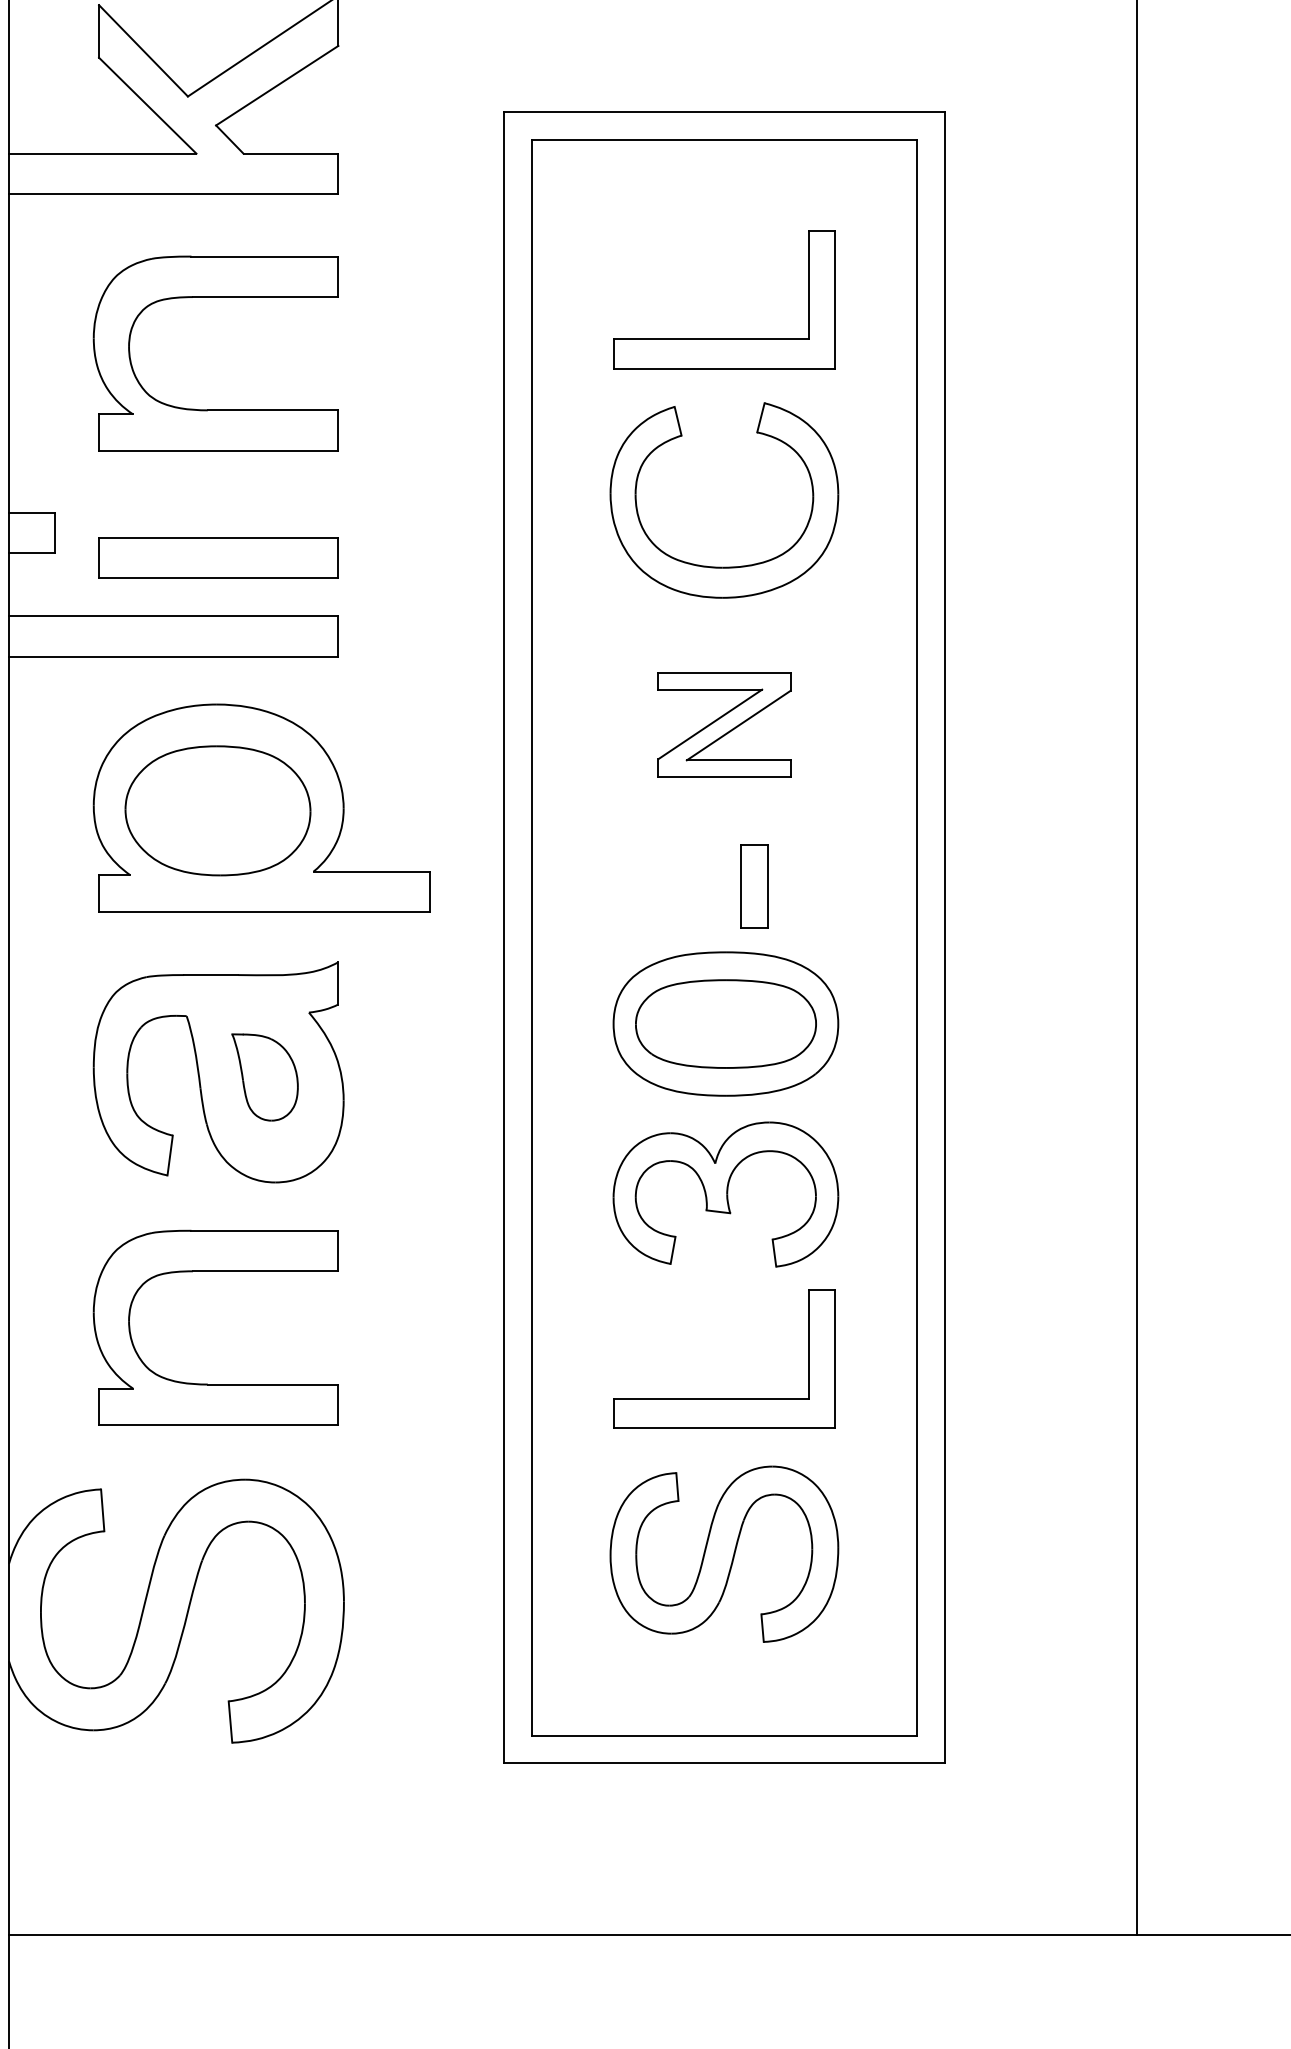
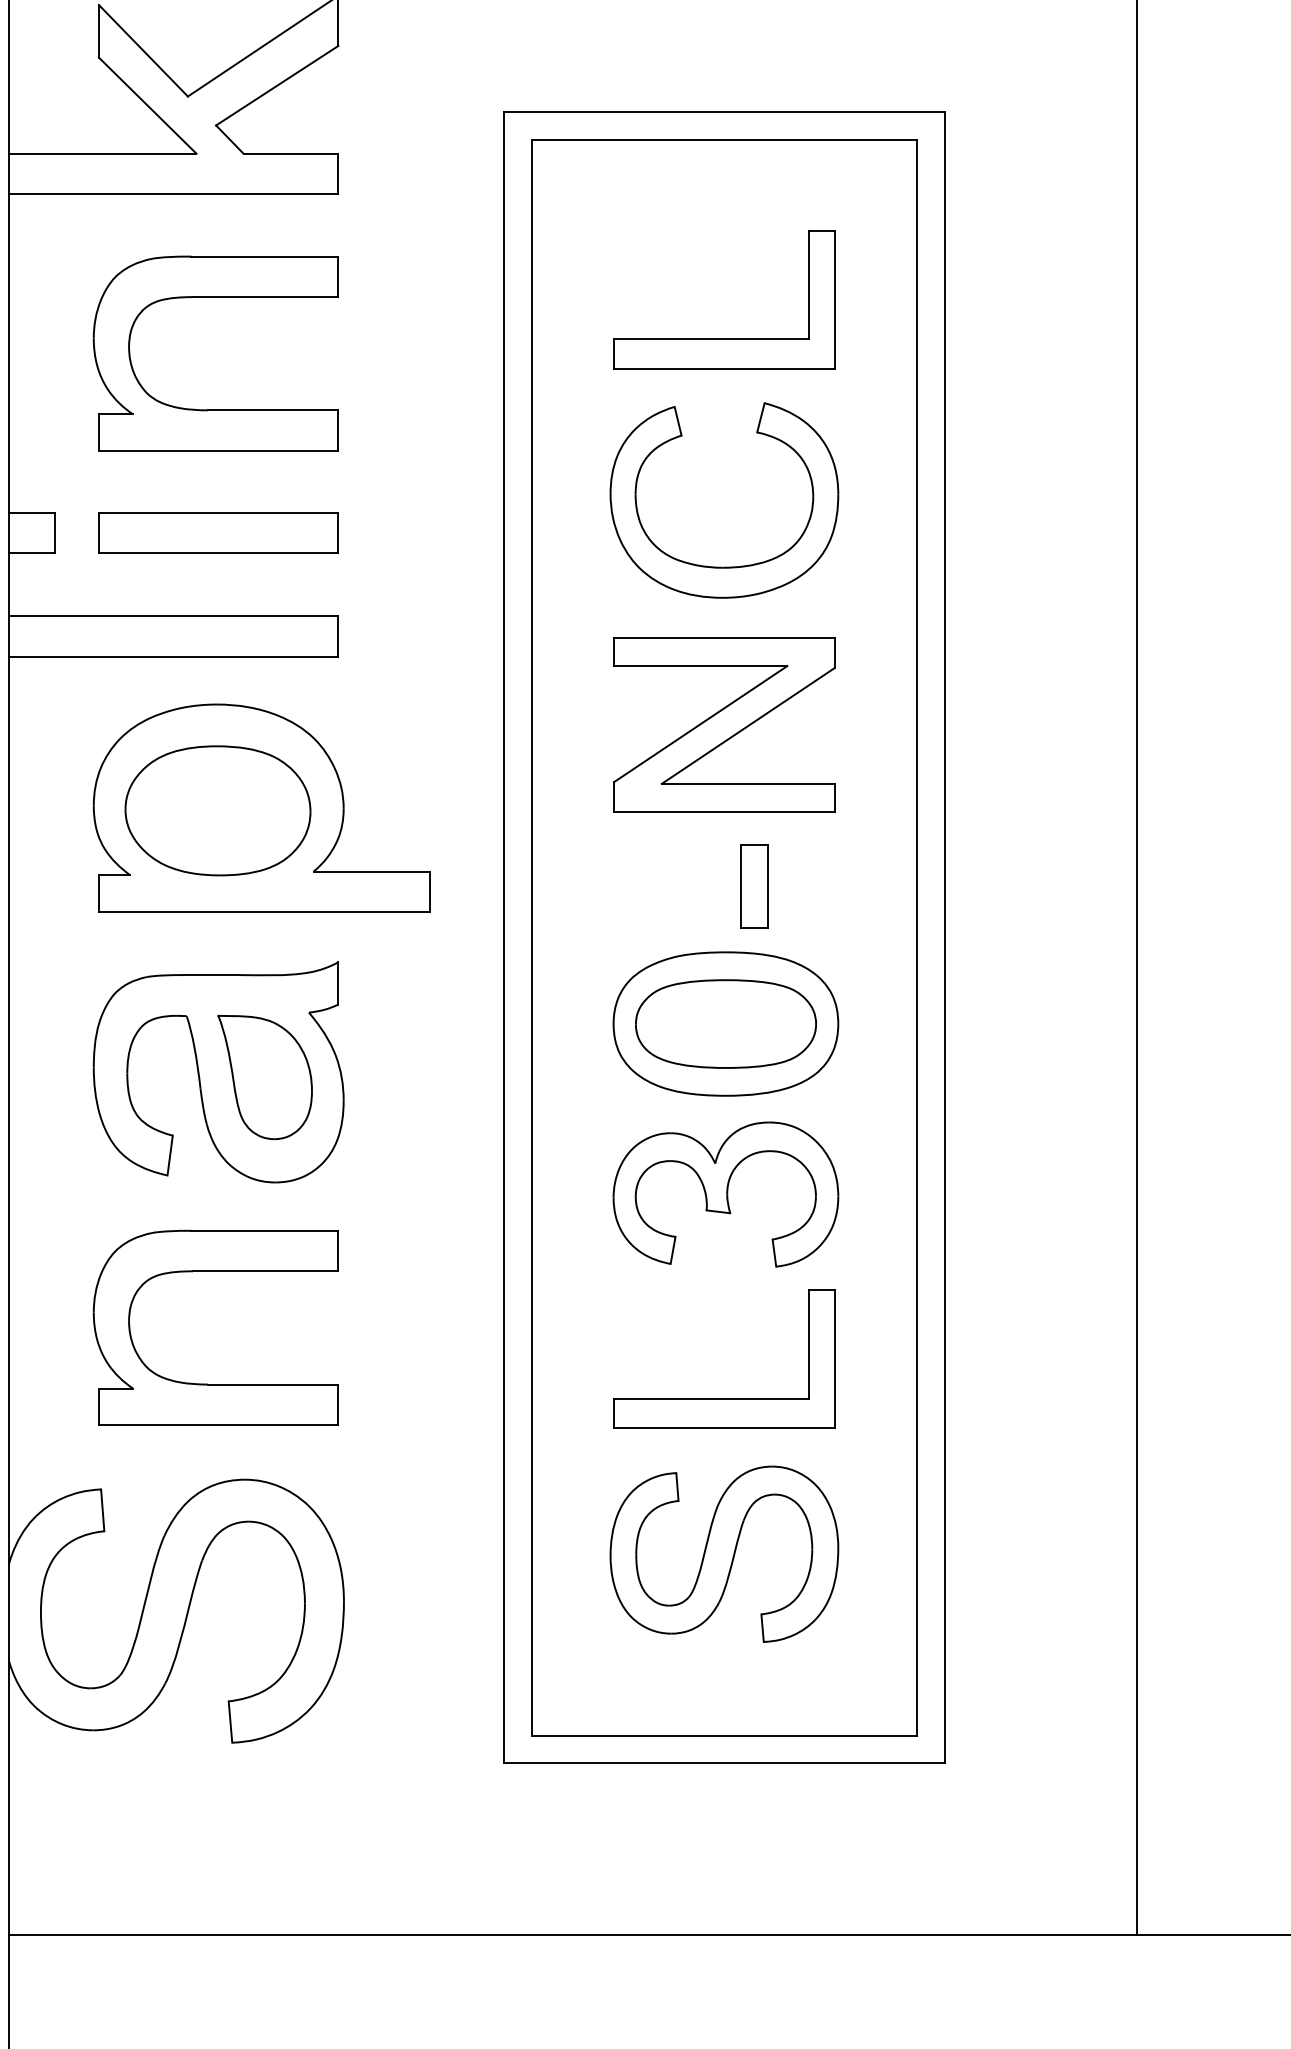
part at (218, 557) position: (218, 557) -> (218, 532)
part at (724, 724) size: 135x106 px -> 223x176 px
part at (264, 1077) size: 68x89 px -> 96x125 px
